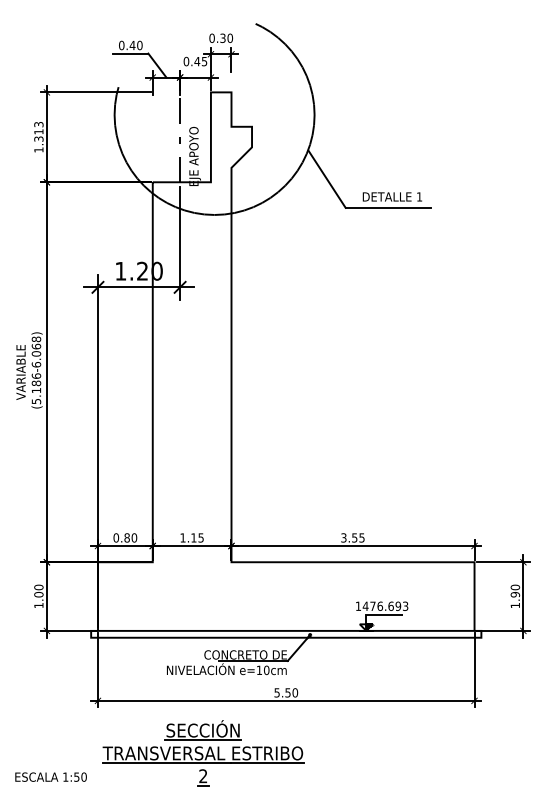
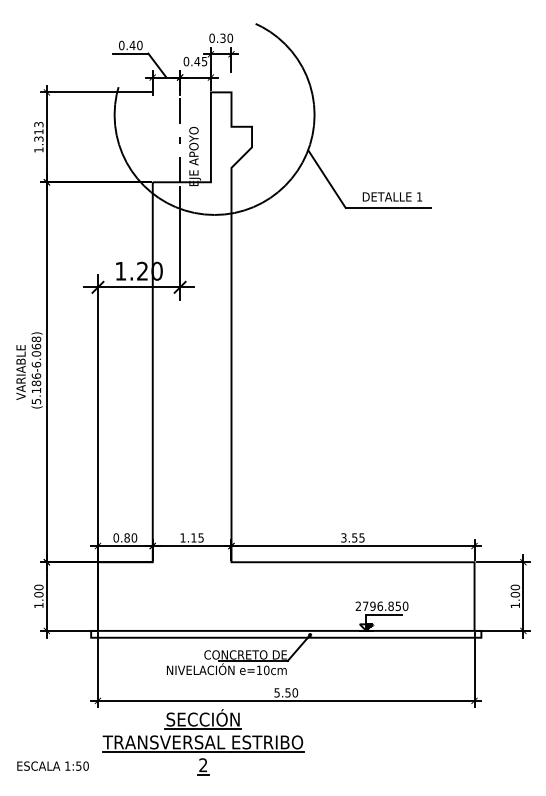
text at (515, 594): 1.90 -> 1.00
text at (381, 605): 1476.693 -> 2796.850
part at (203, 753) position: (203, 753) -> (203, 742)
text at (50, 776) position: (50, 776) -> (52, 765)
